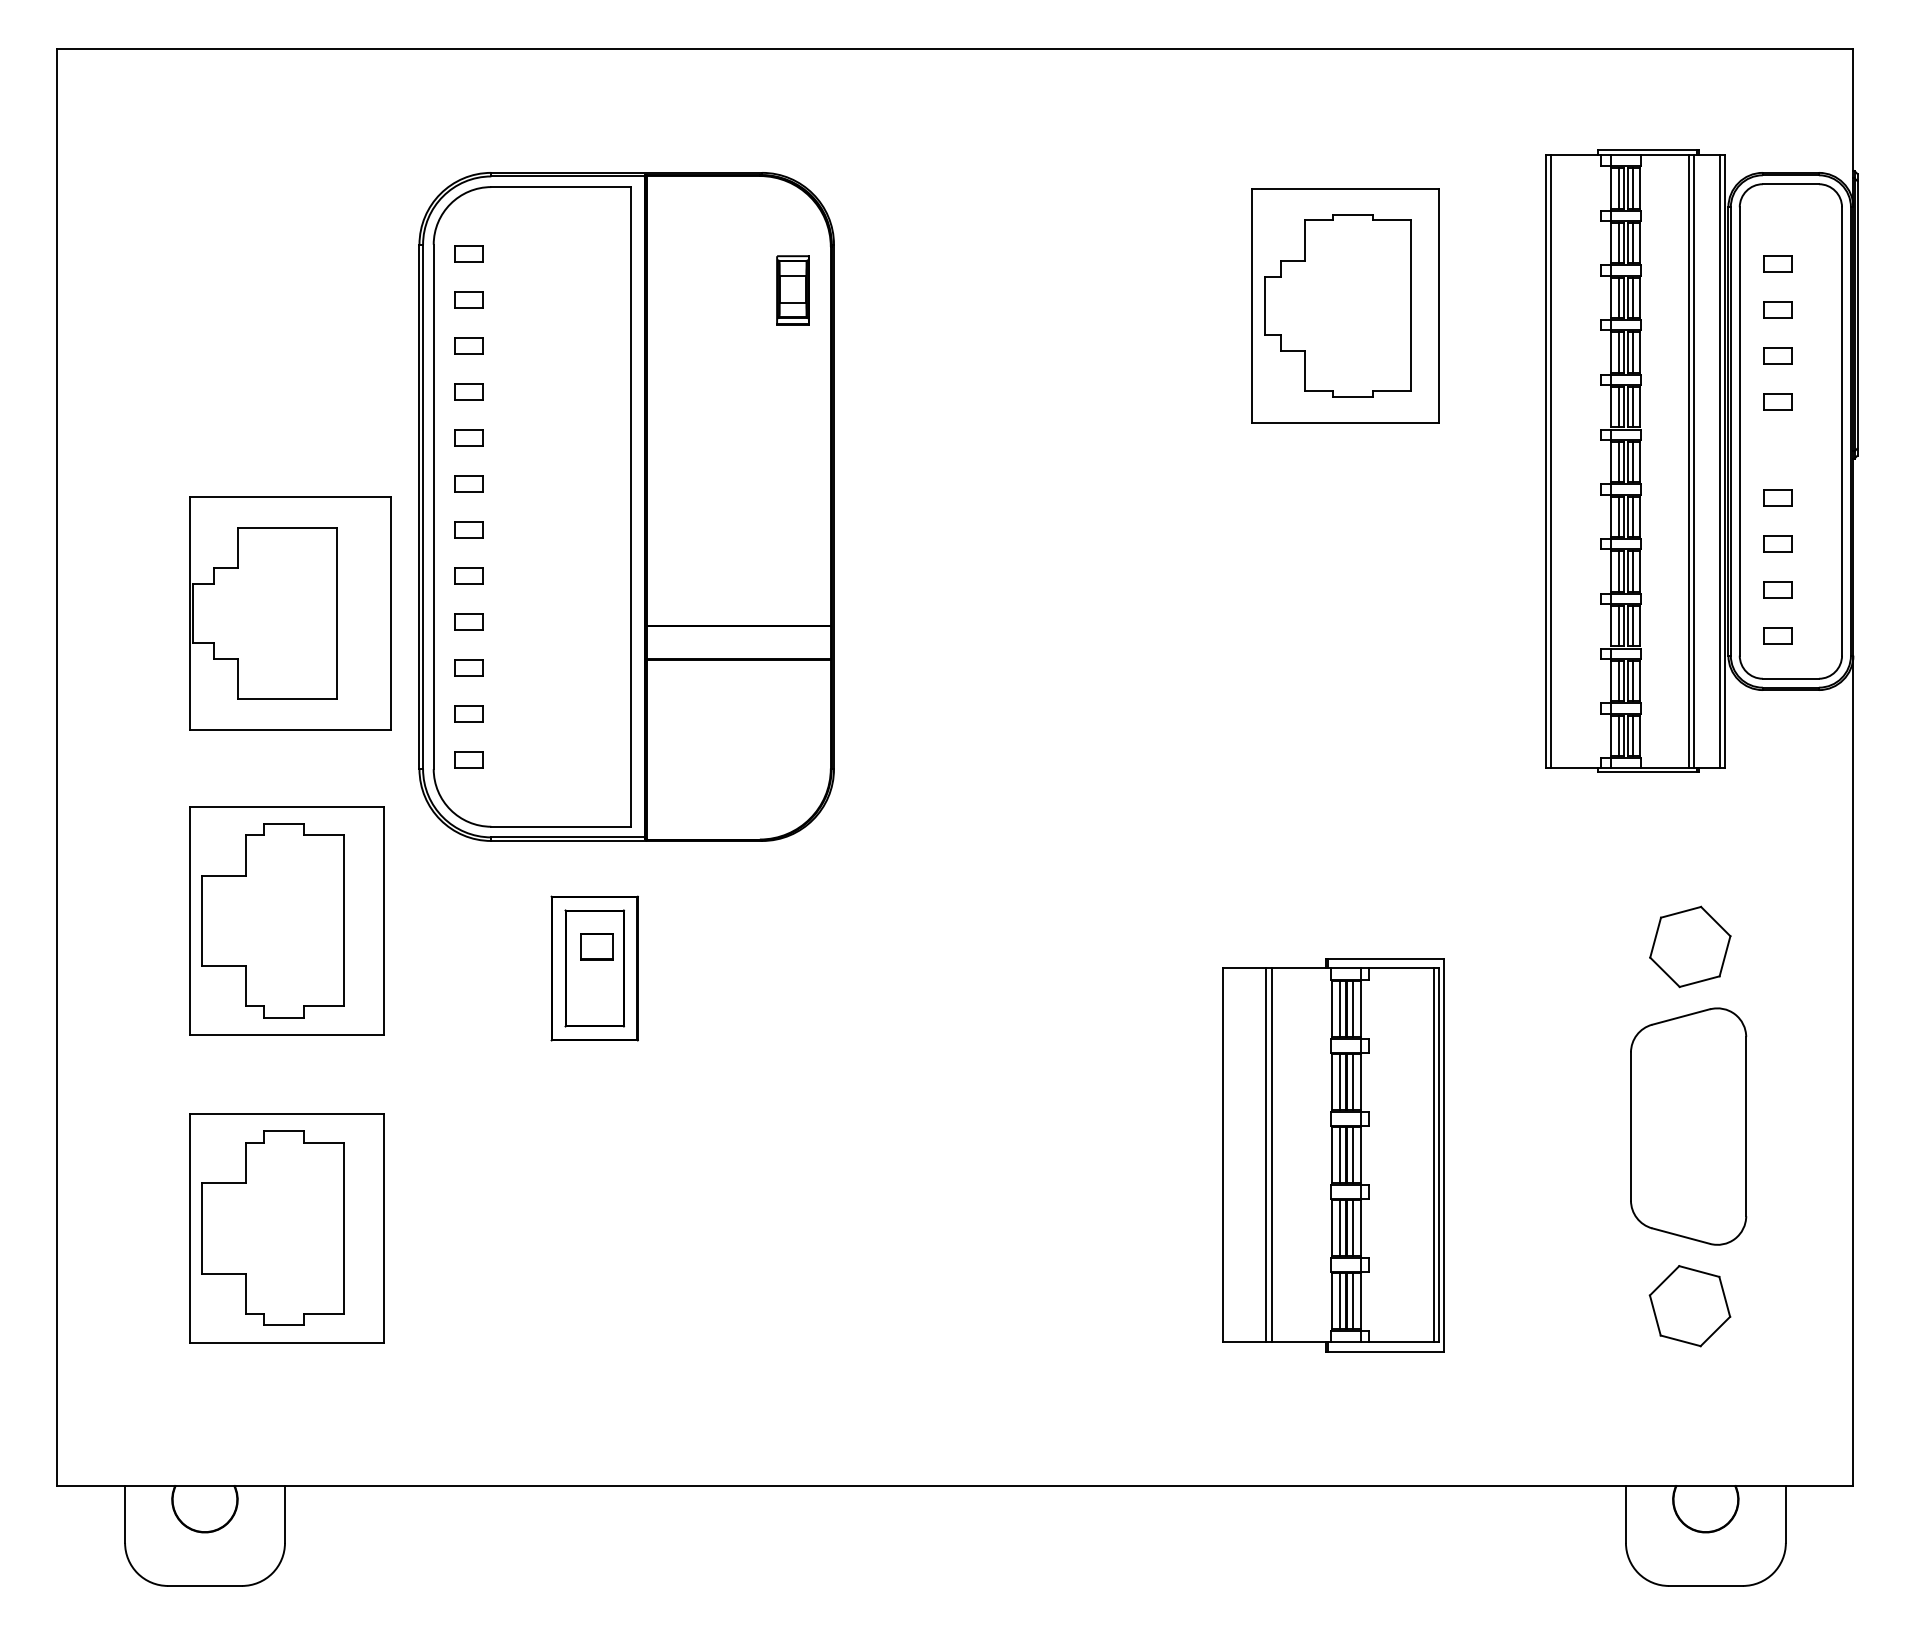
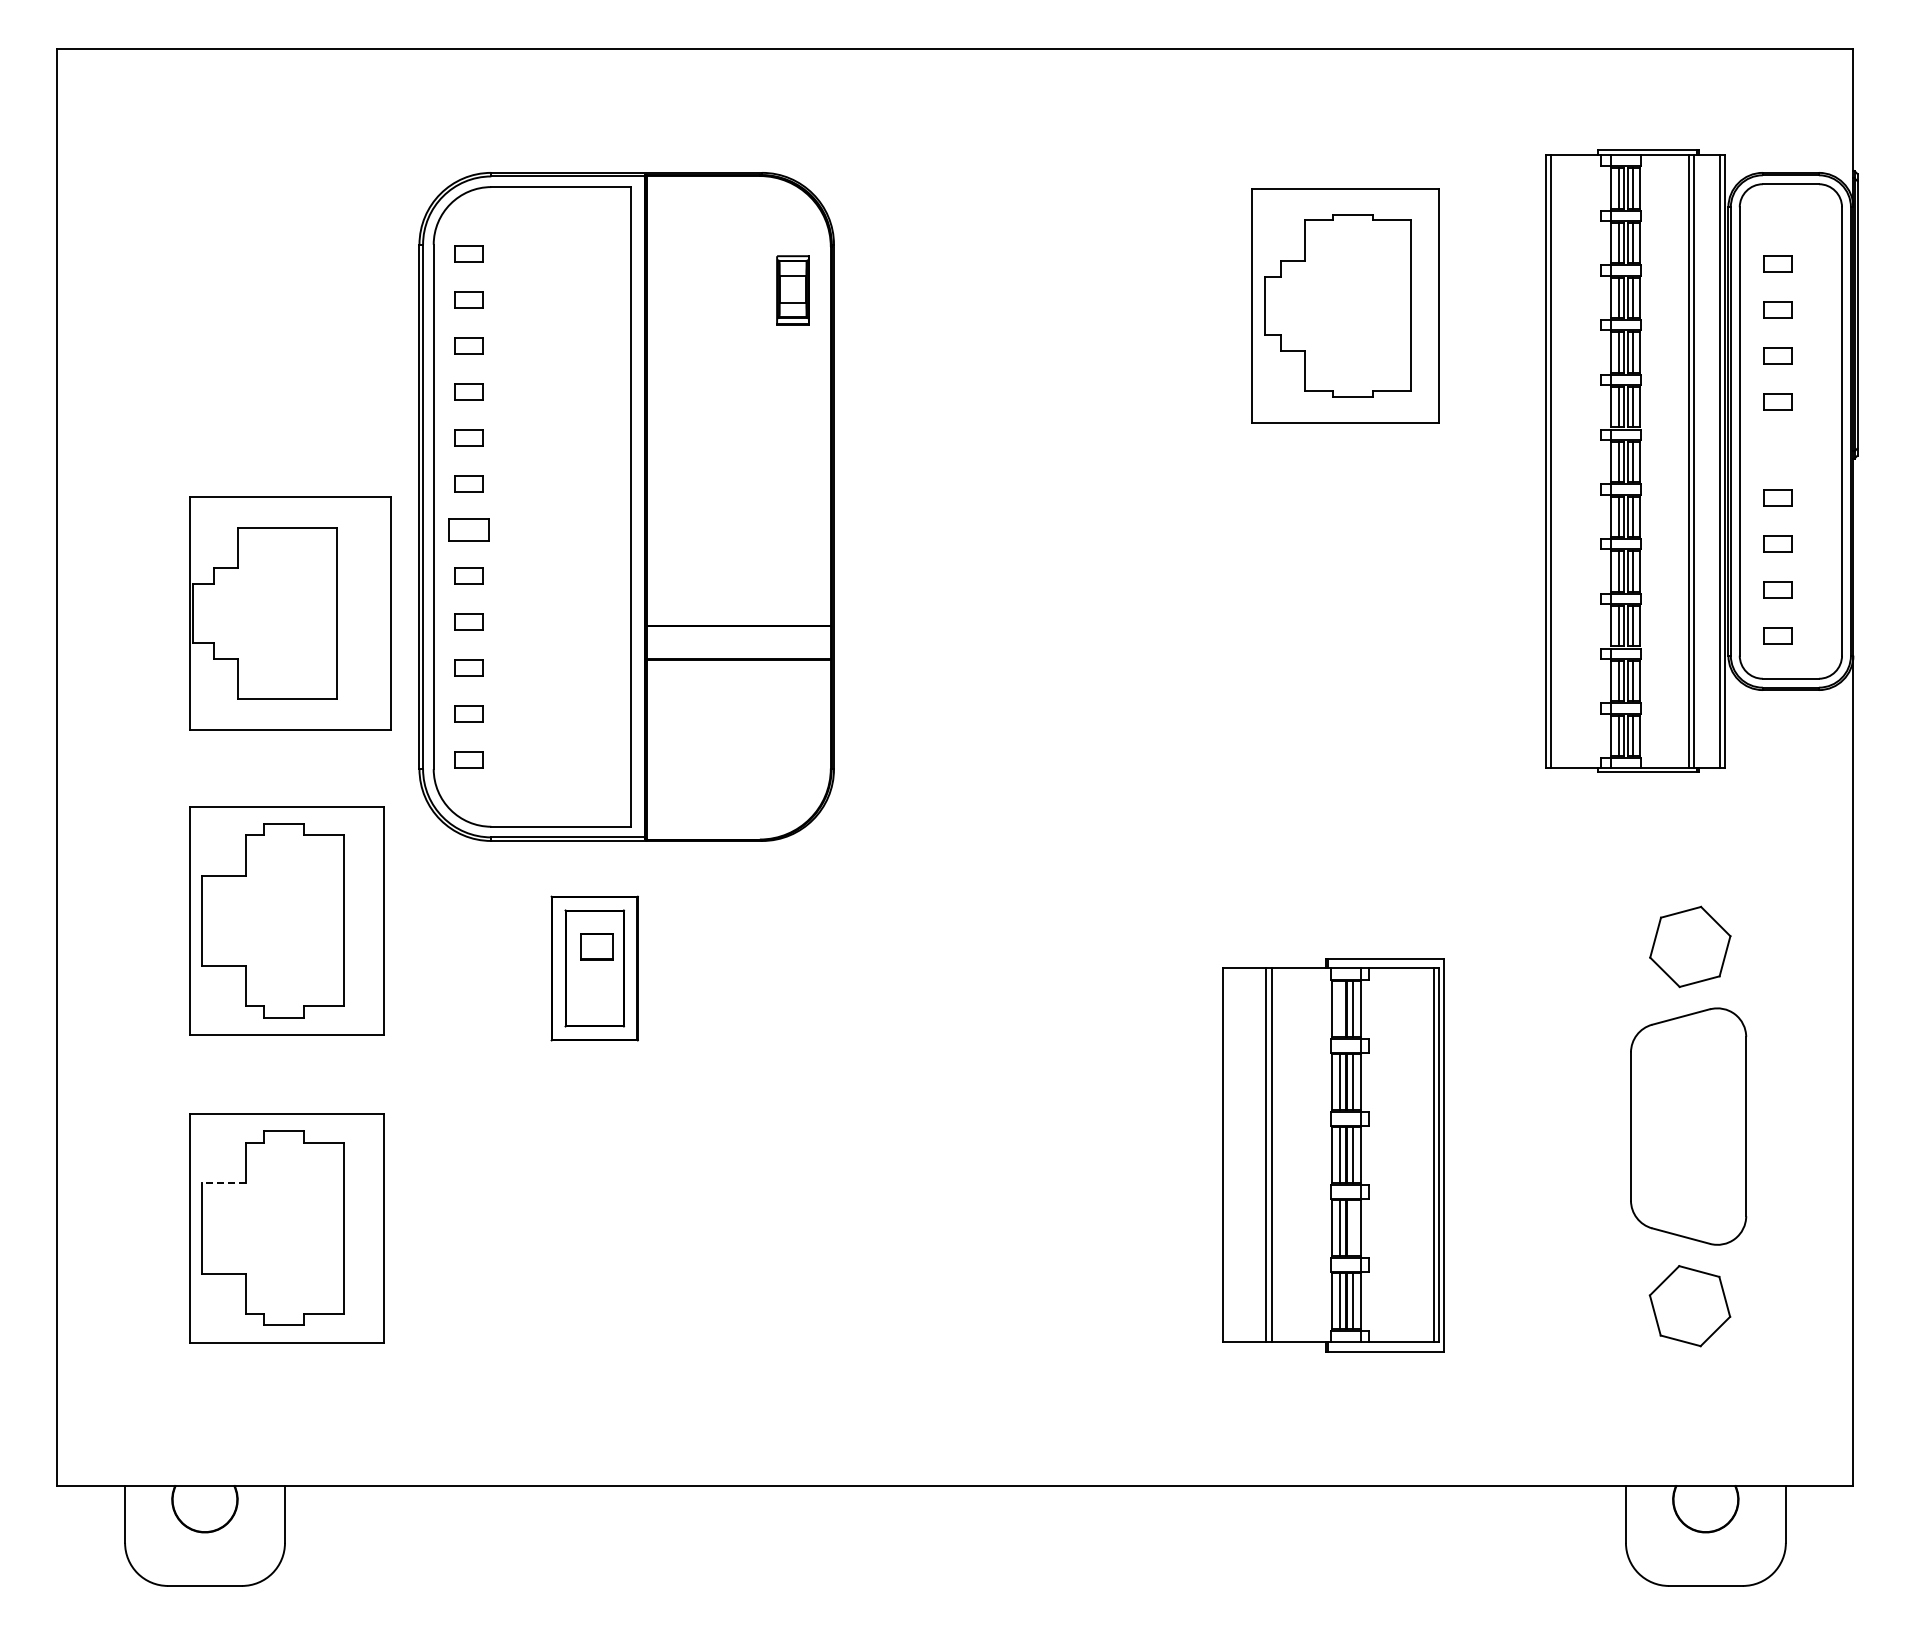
part at (468, 529) size: 30x18 px -> 42x24 px
line at (1340, 1009): present -> none
line at (223, 1183): solid -> dashed
line at (1352, 1228): present -> none
